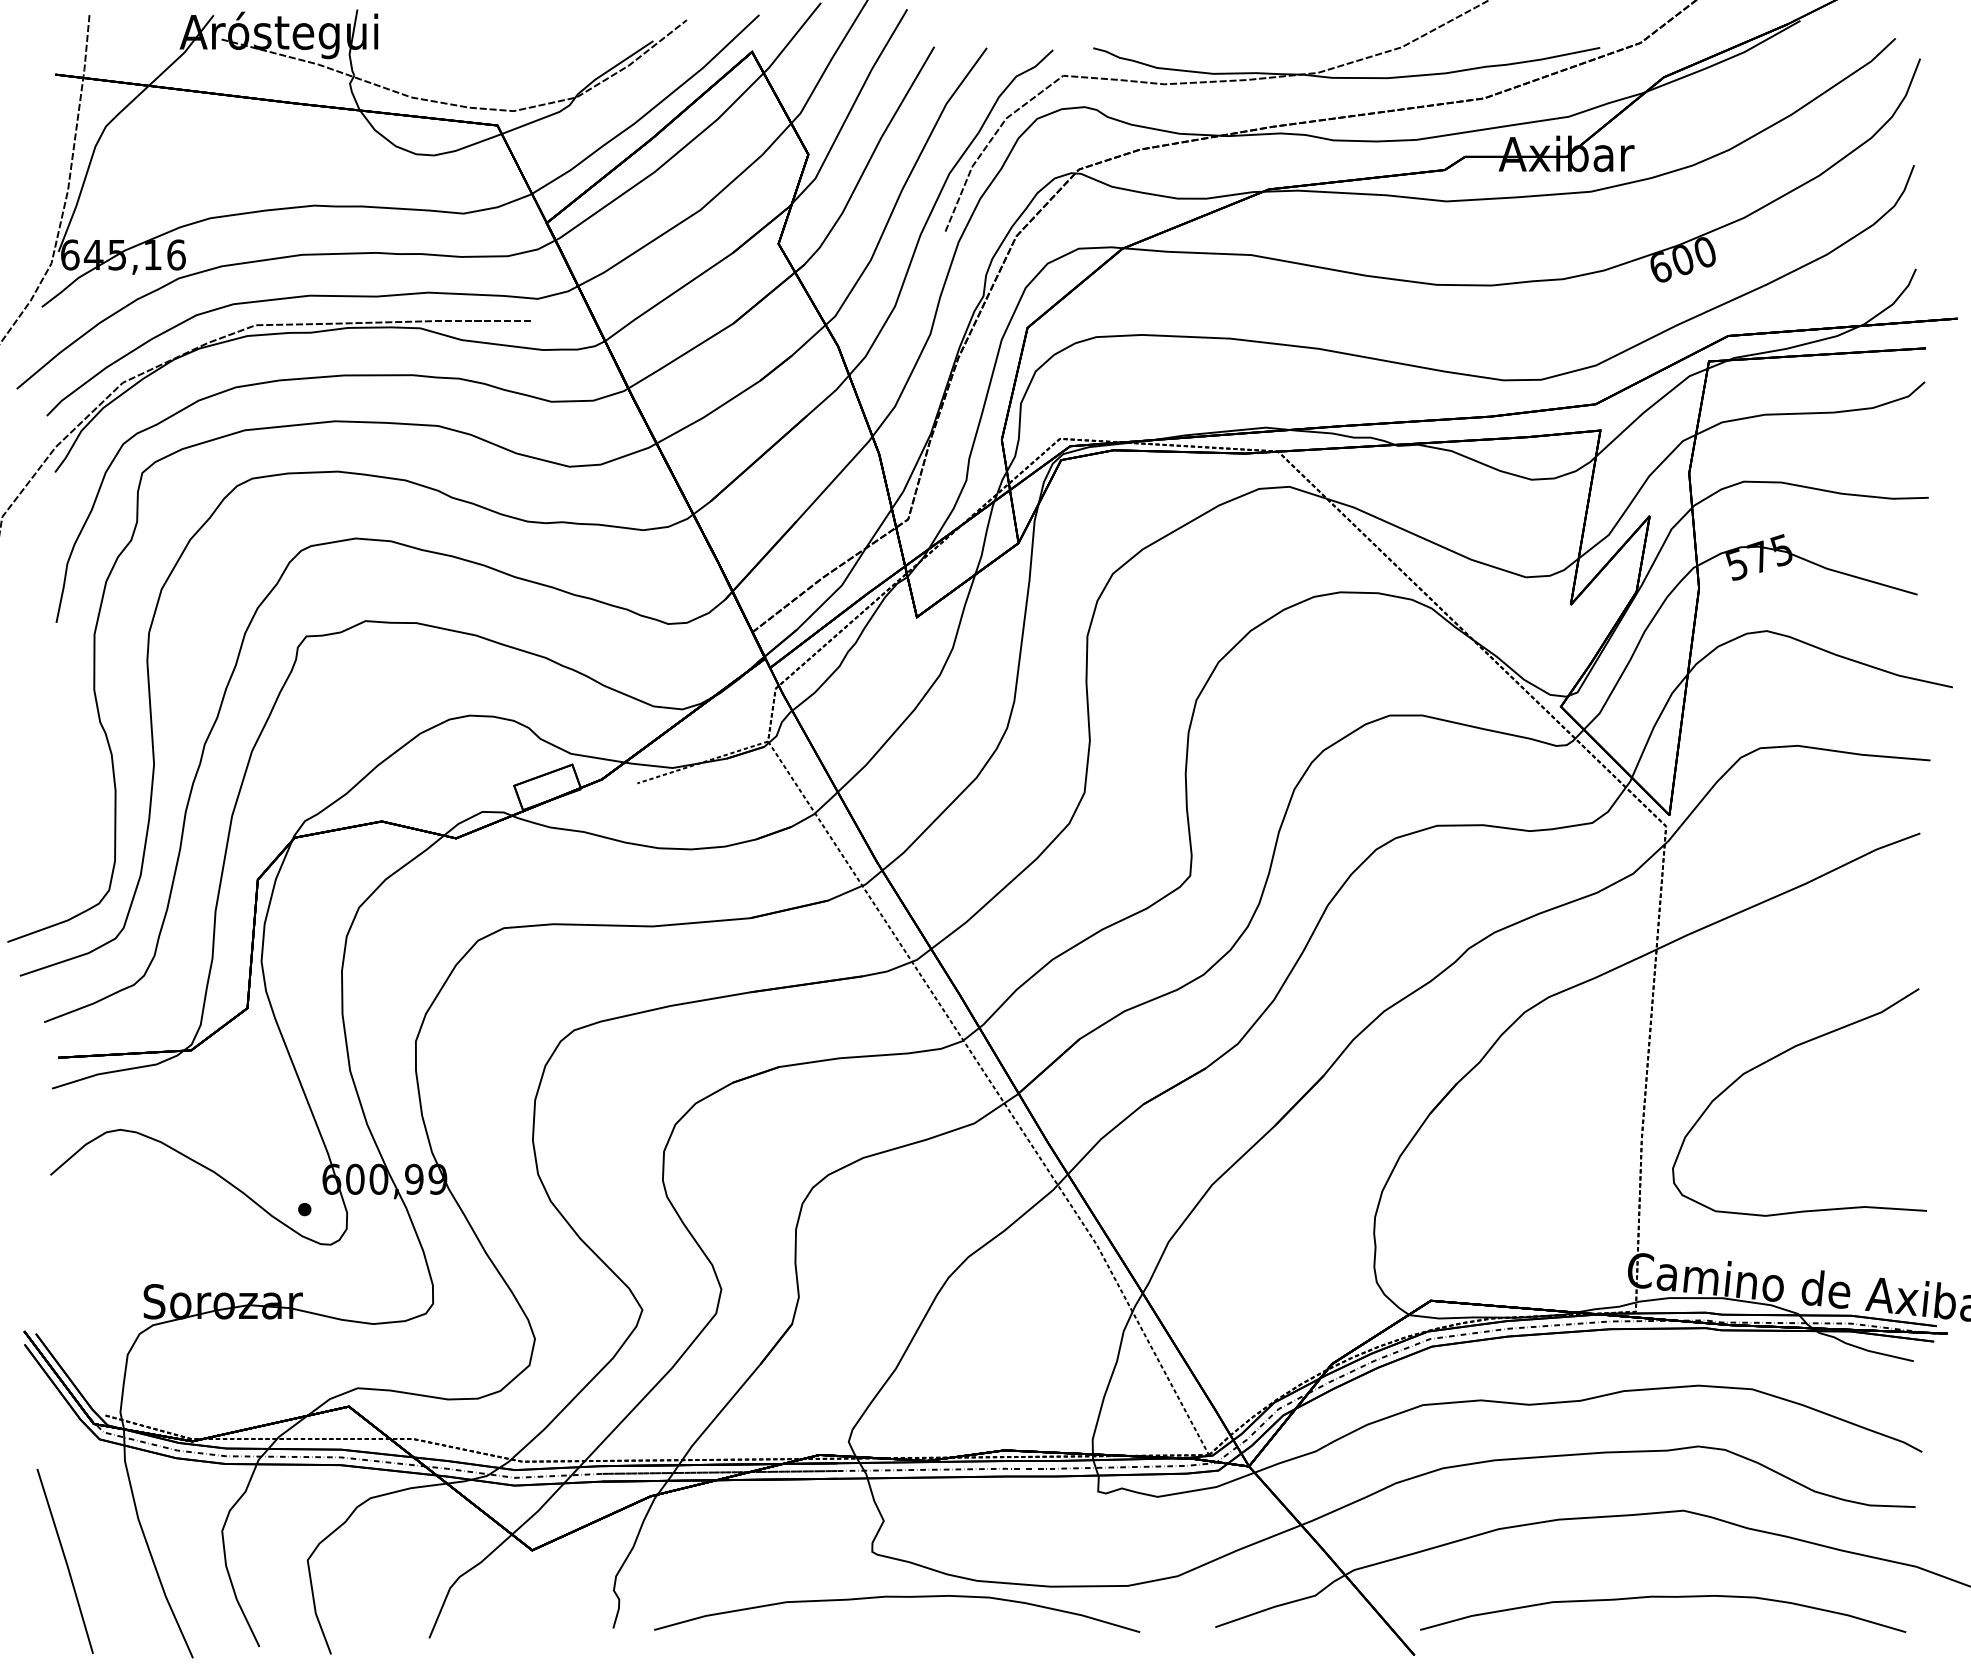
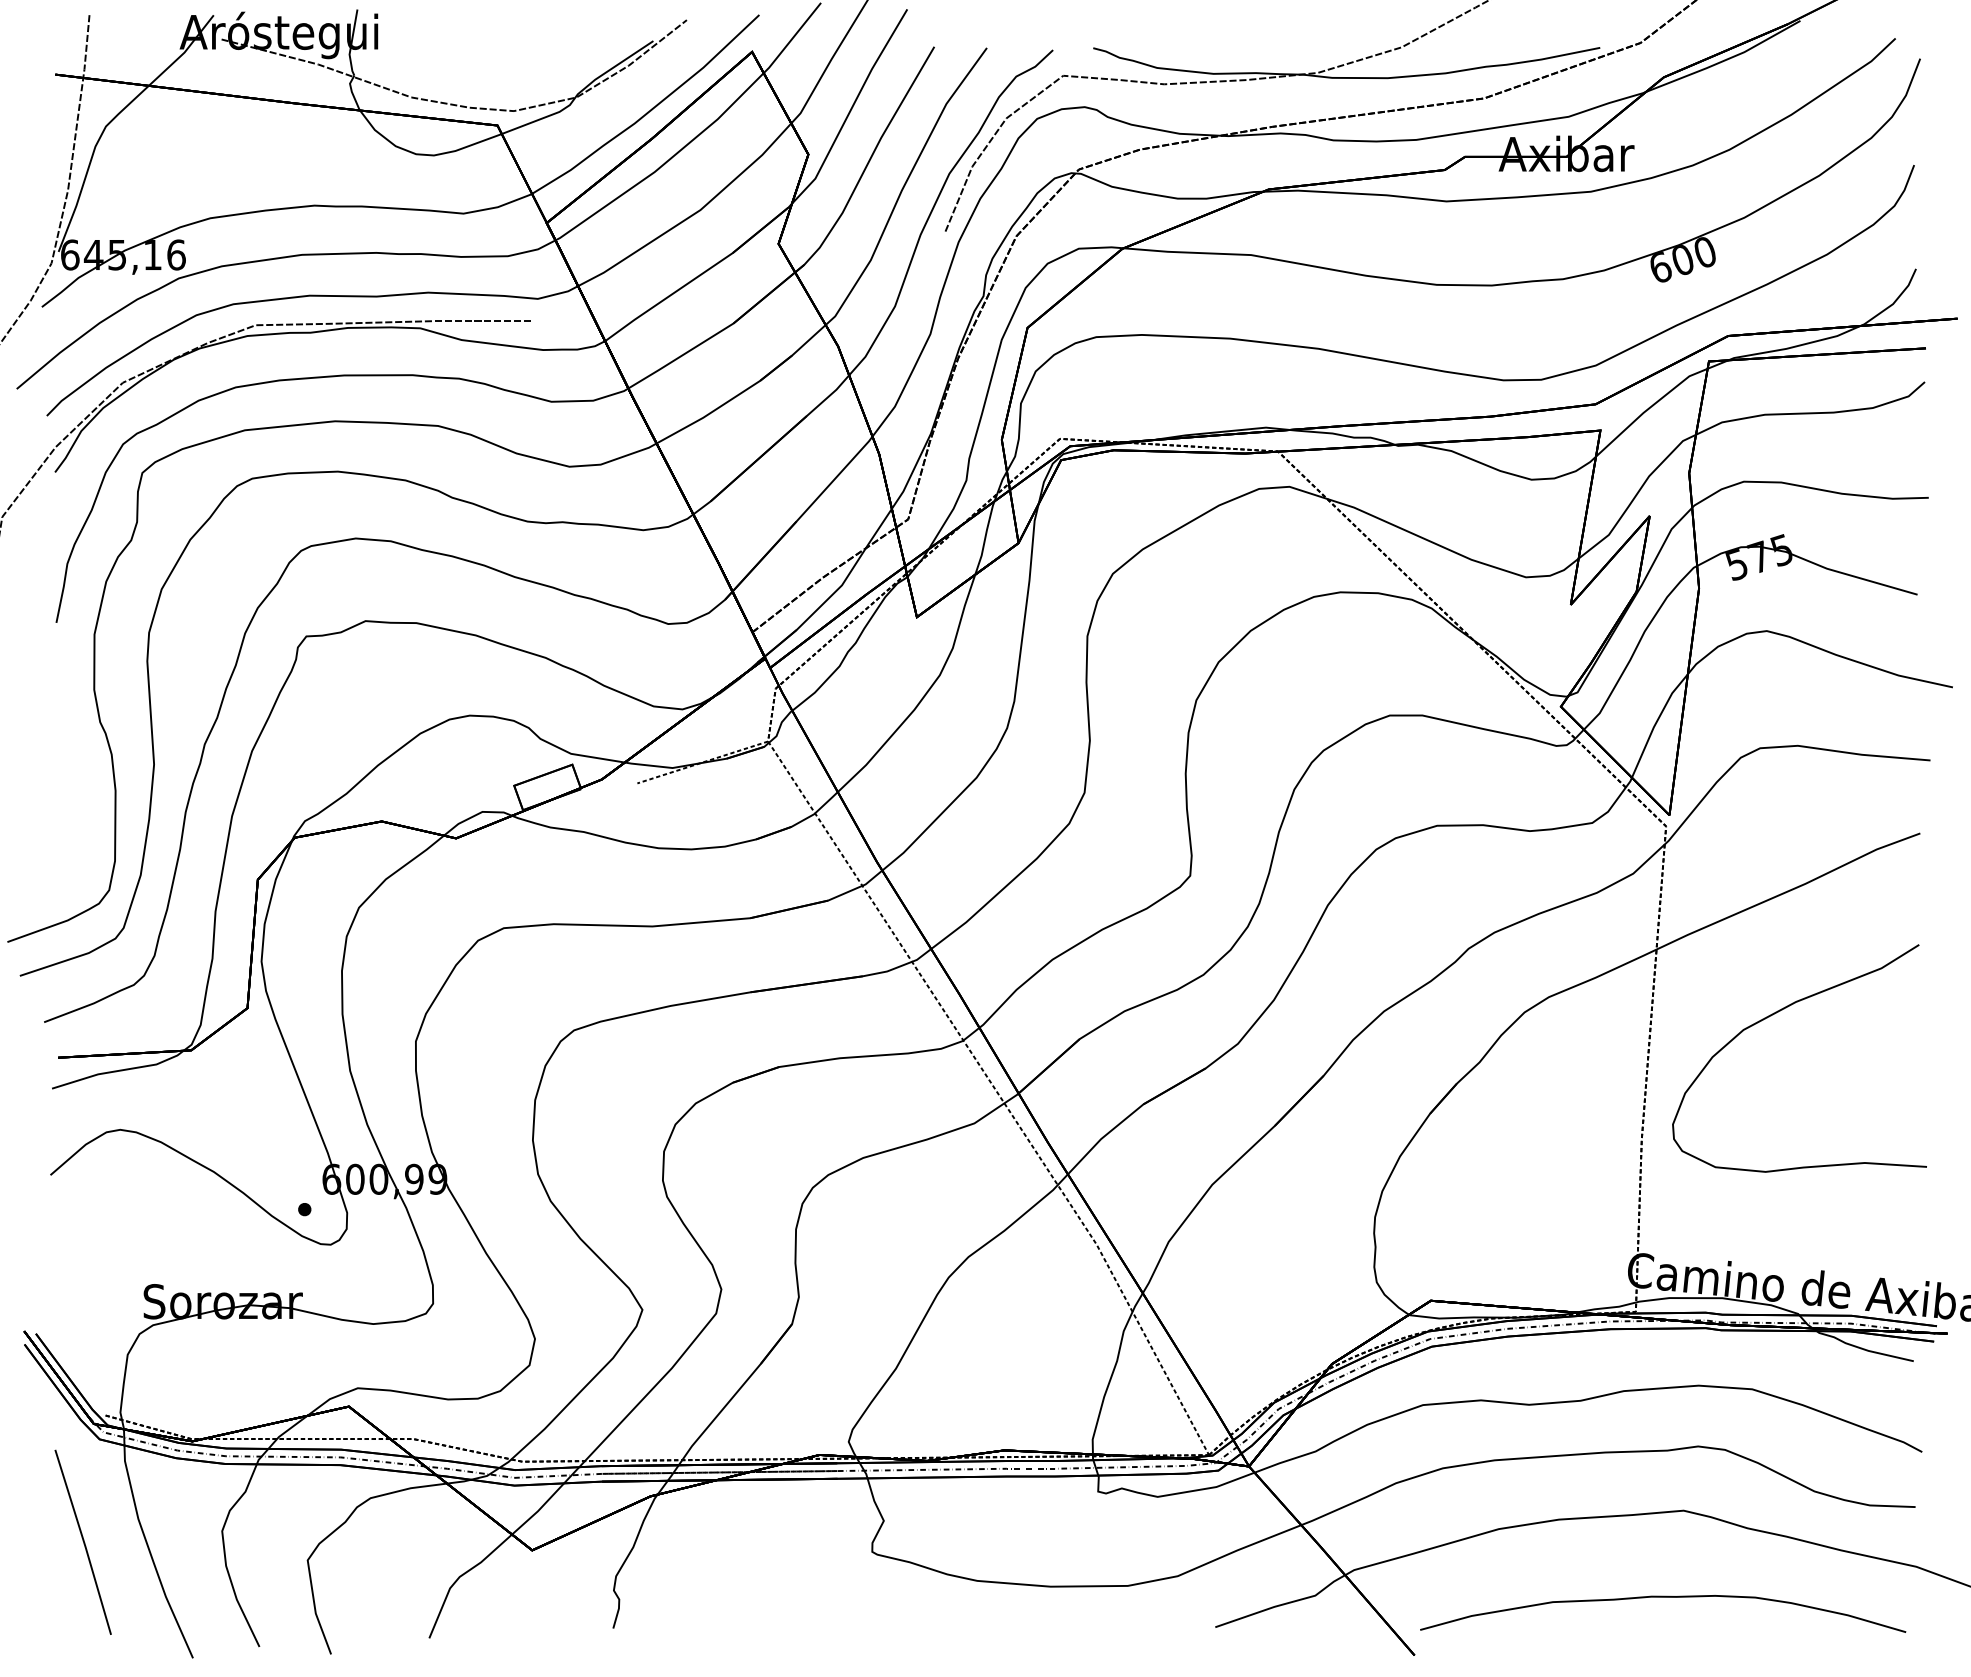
curve at (1771, 1060) position: (1771, 1060) -> (1771, 1016)
line at (64, 1560) position: (64, 1560) -> (82, 1541)
curve at (897, 1597): present -> none
